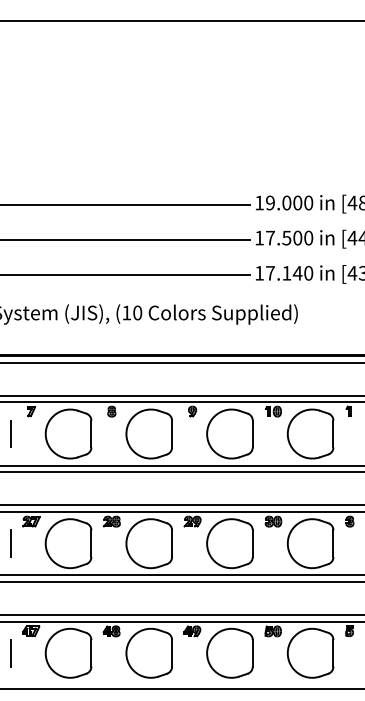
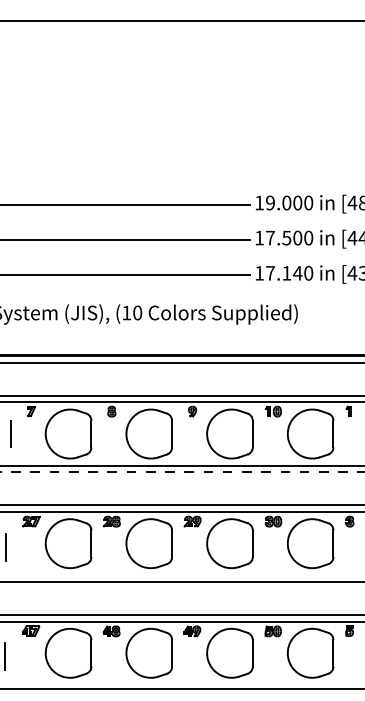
line at (182, 472): solid -> dashed
line at (10, 543) position: (10, 543) -> (5, 547)
line at (181, 575): present -> none
line at (10, 653) position: (10, 653) -> (4, 656)
